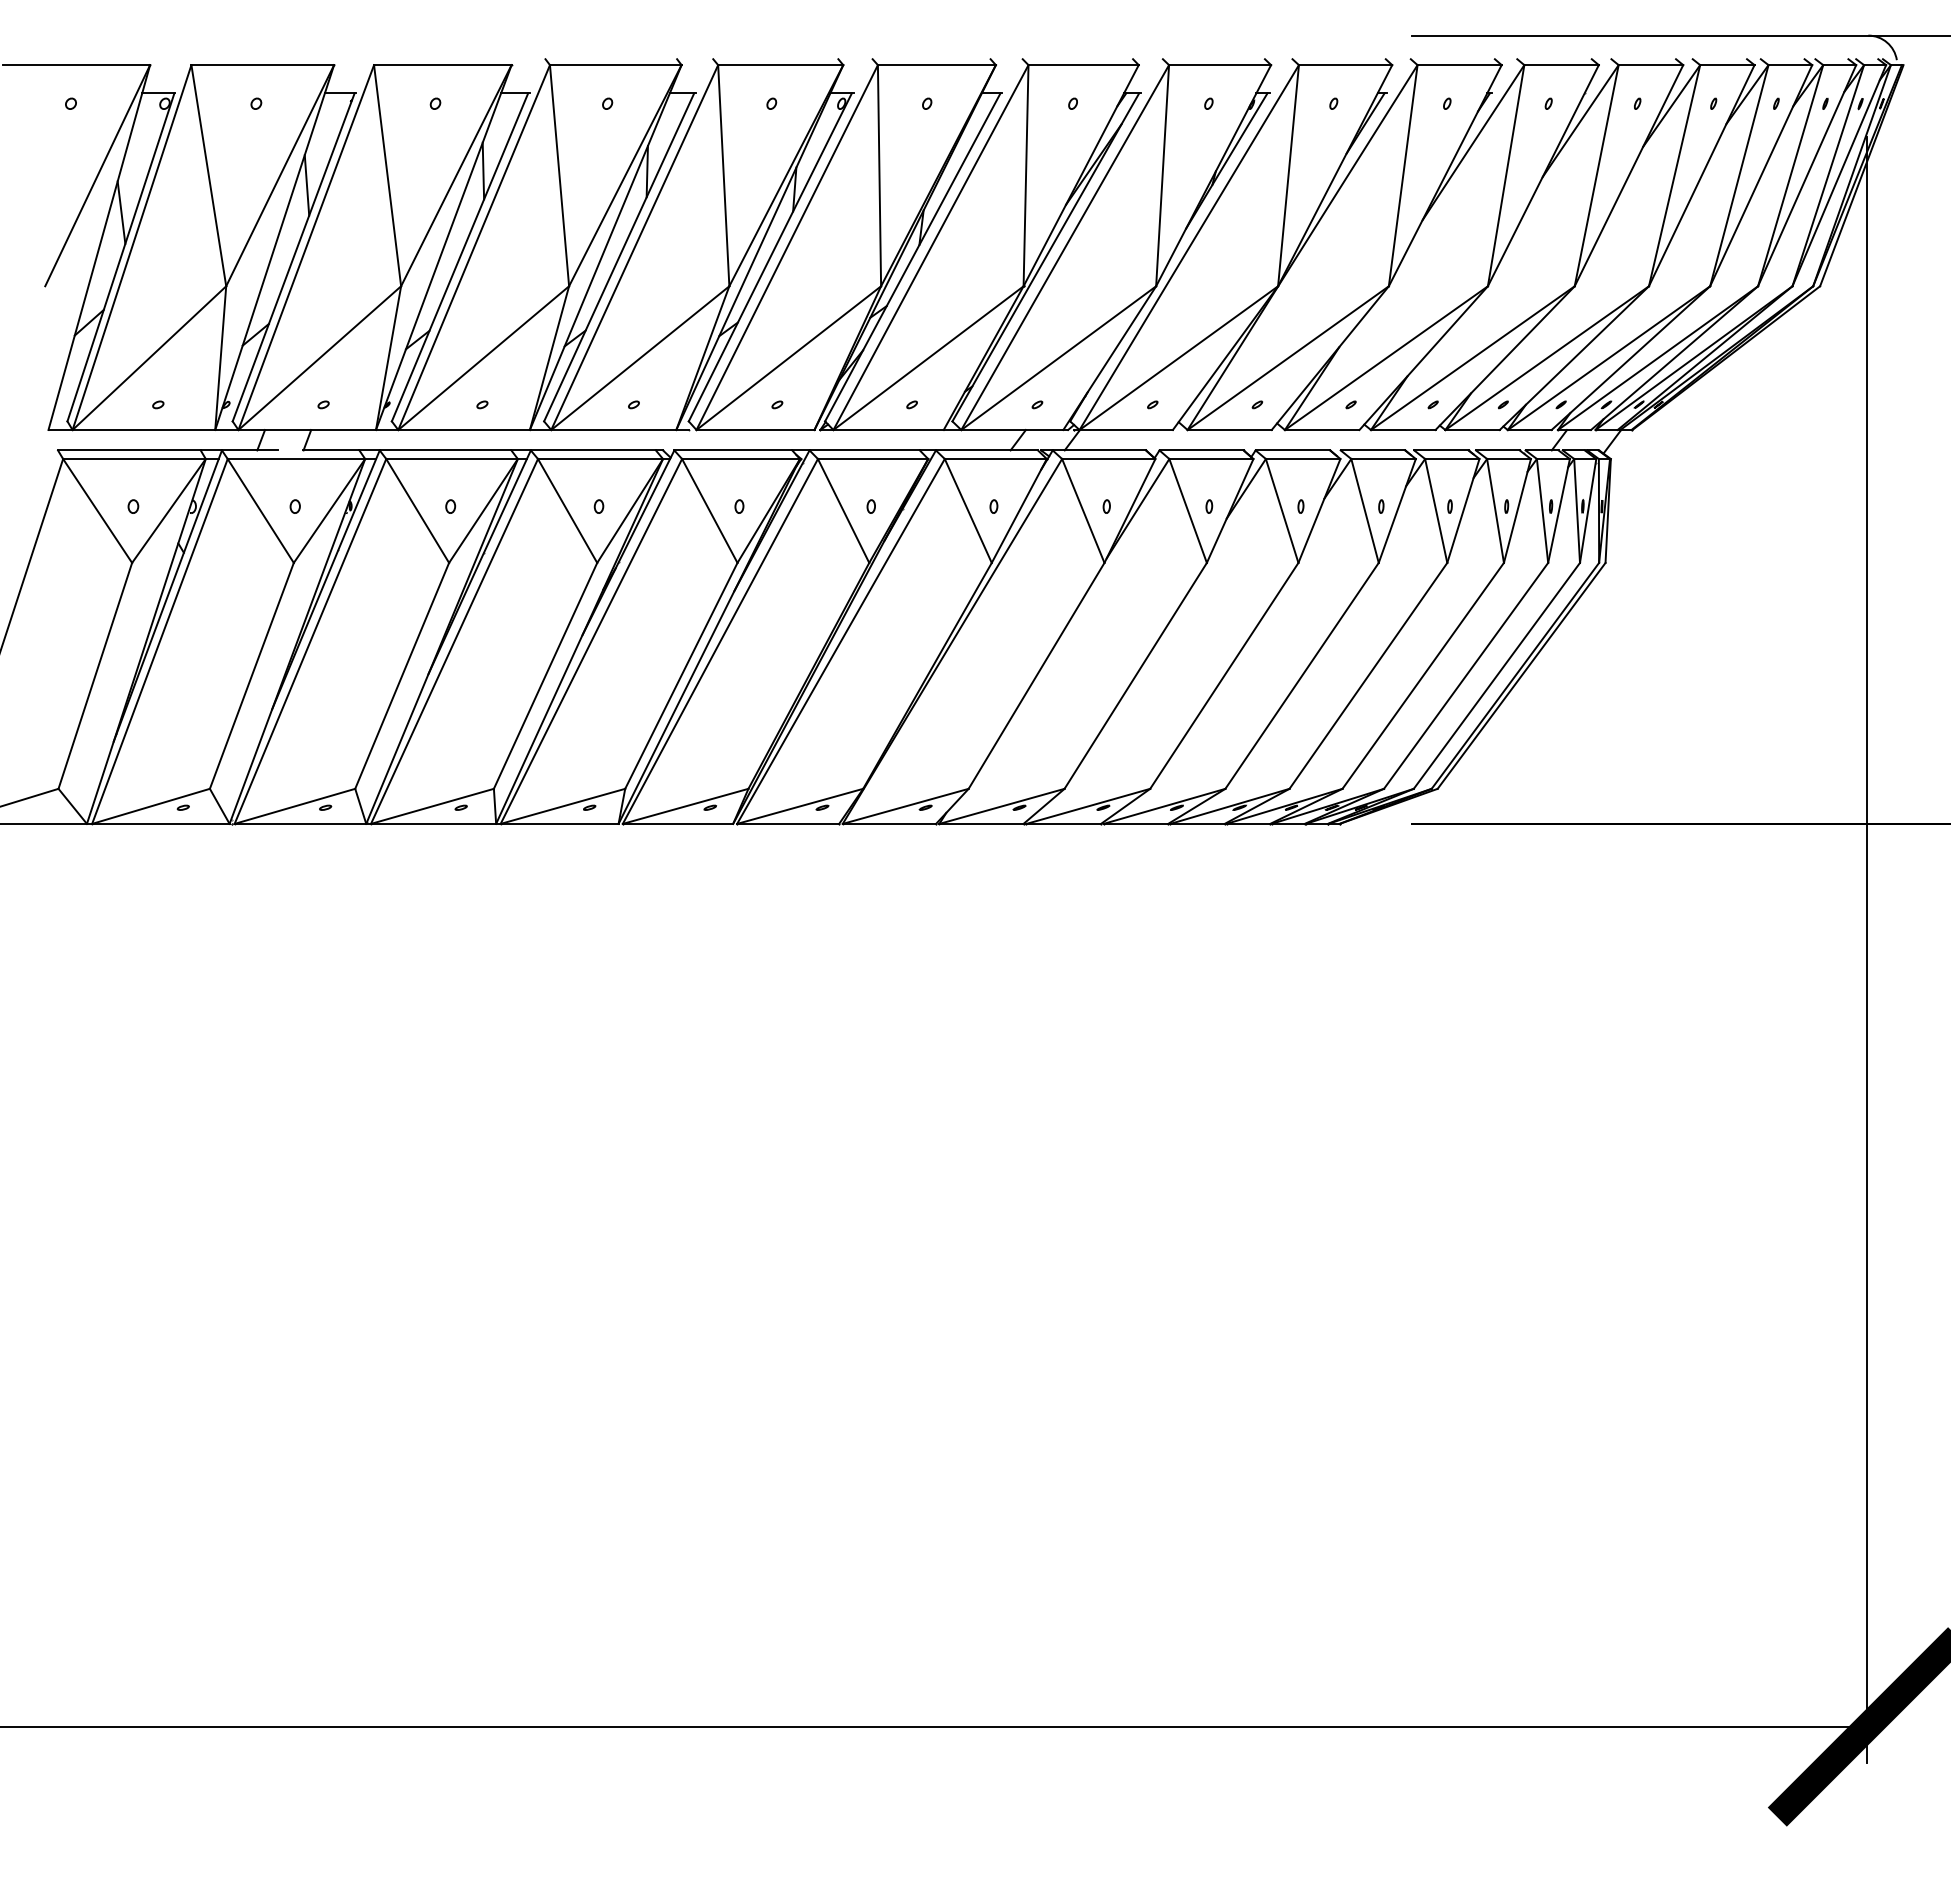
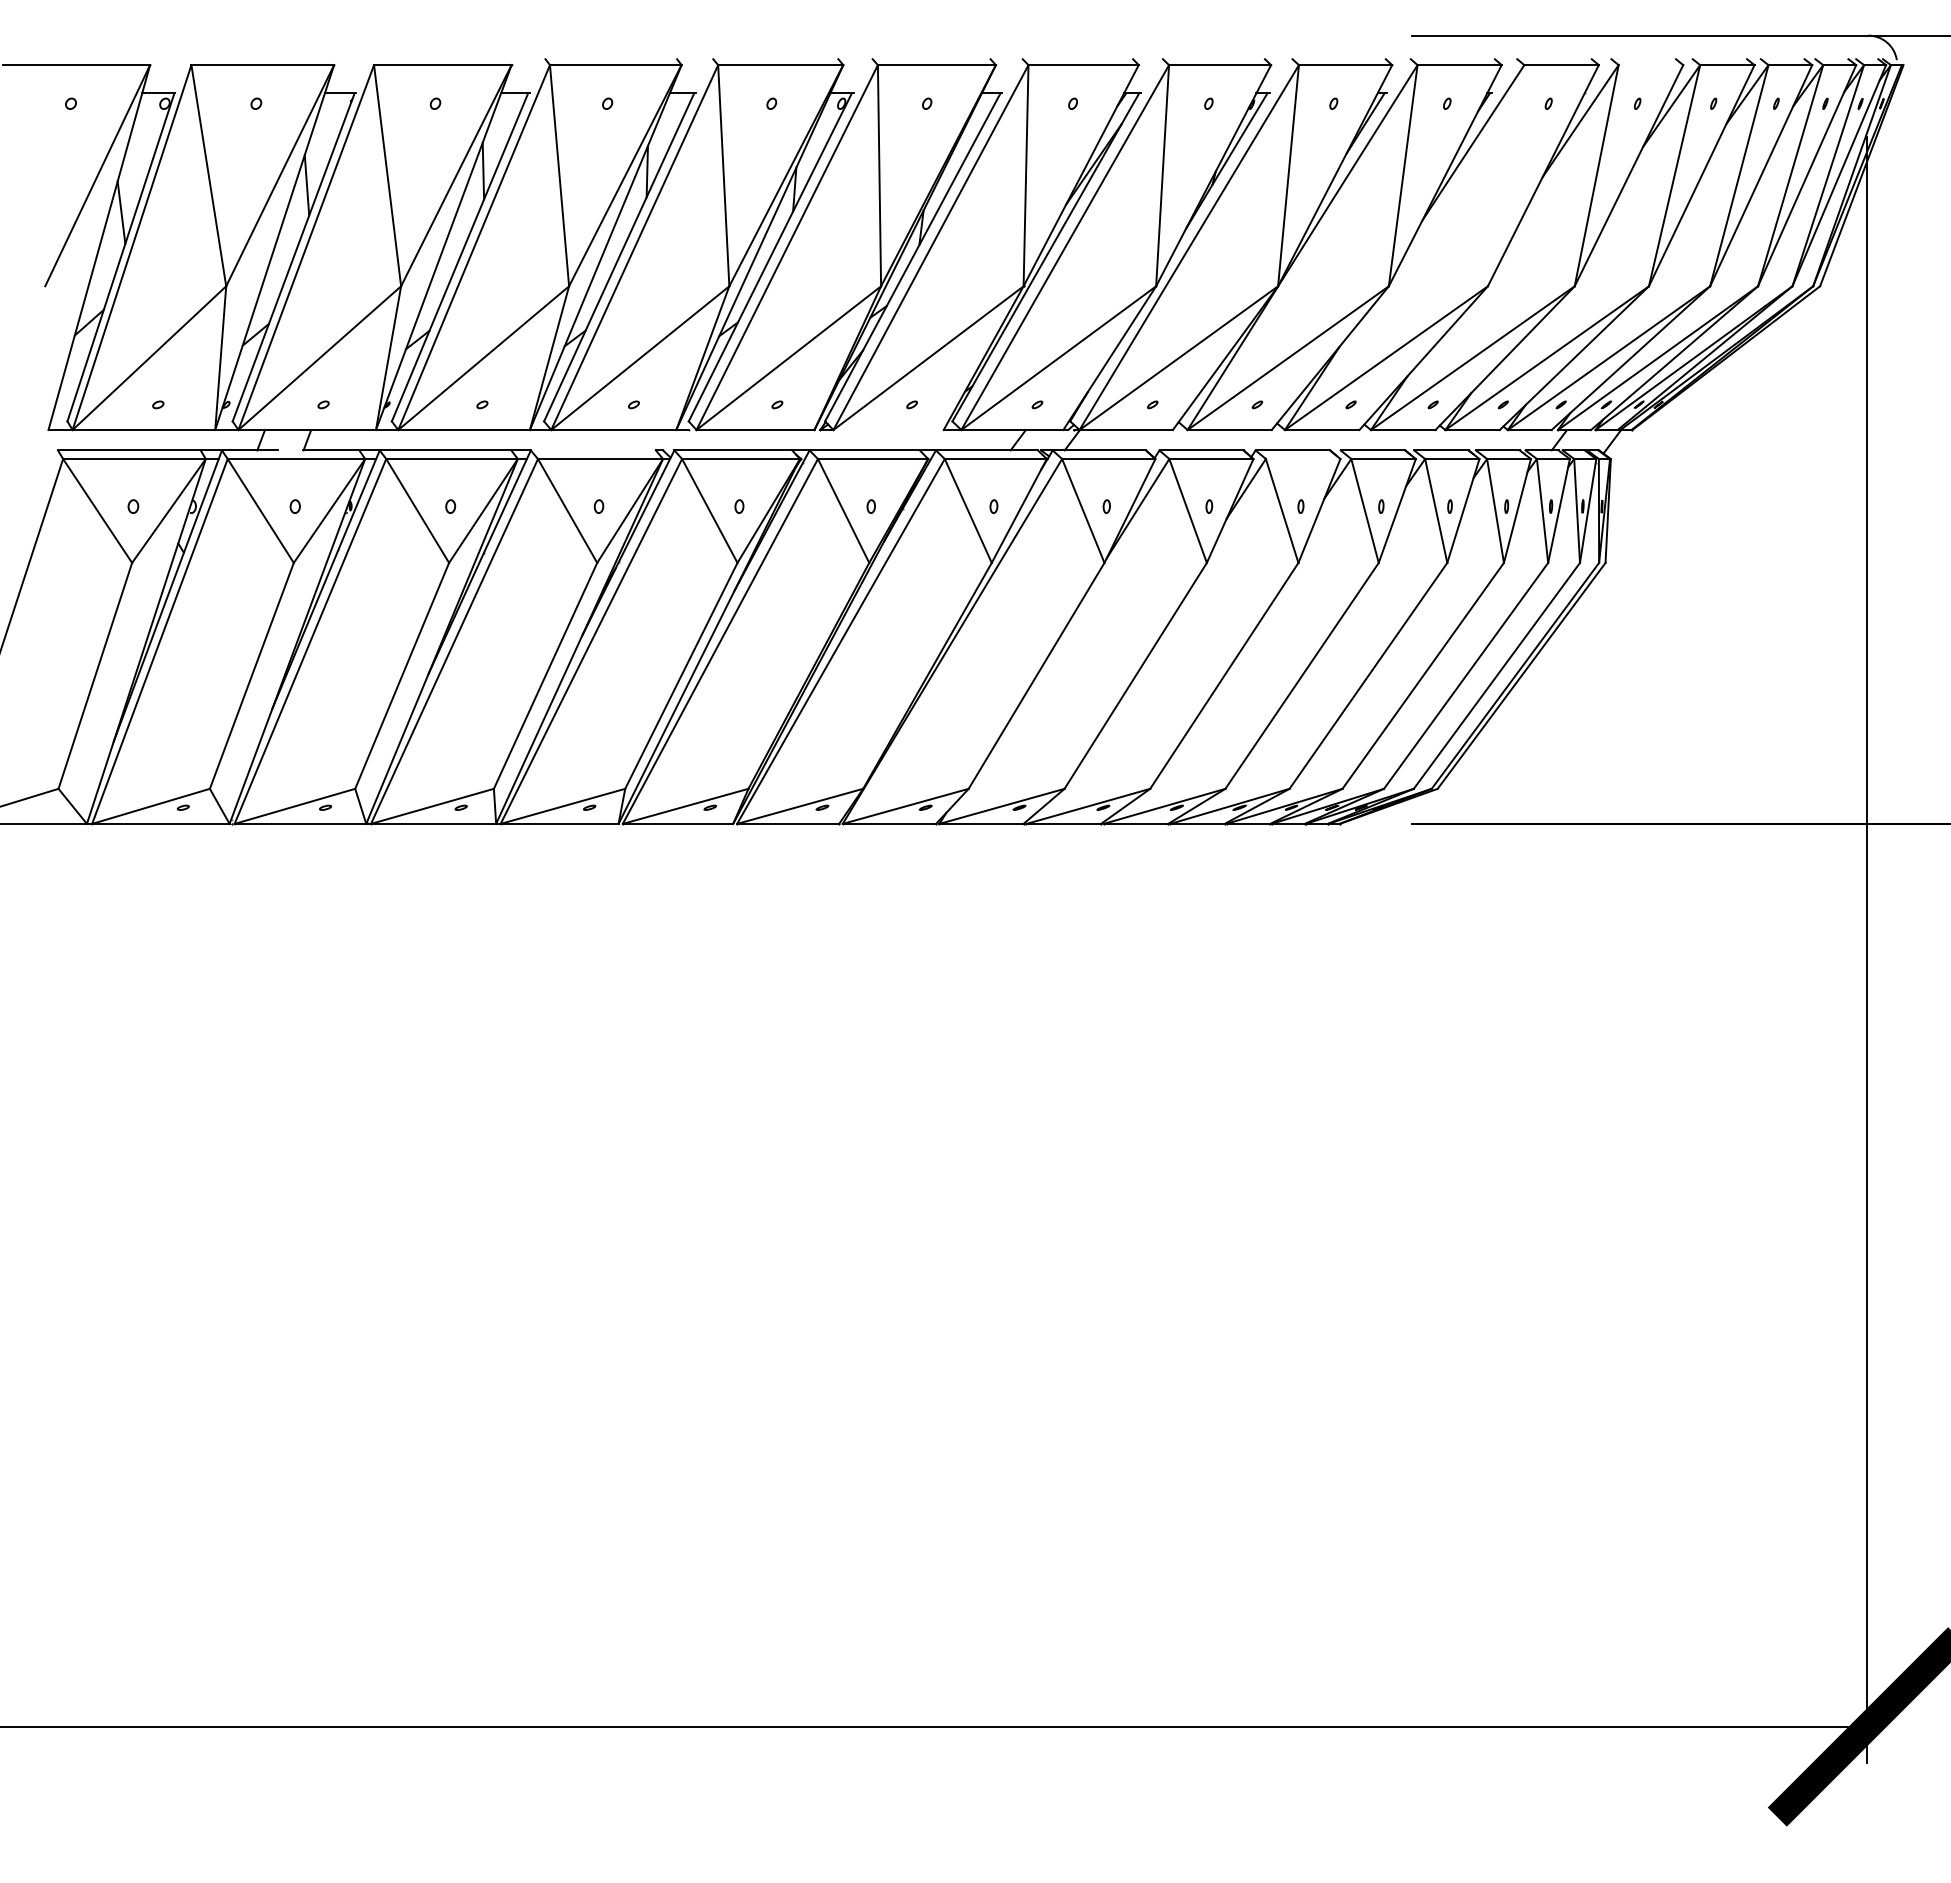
line at (1650, 65): present -> none
line at (1505, 175): present -> none
line at (888, 430): present -> none
line at (592, 450): present -> none
line at (1302, 459): present -> none
